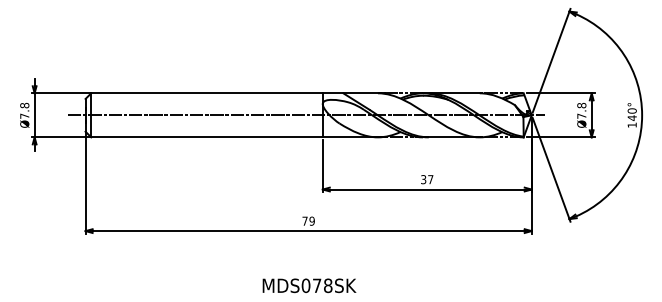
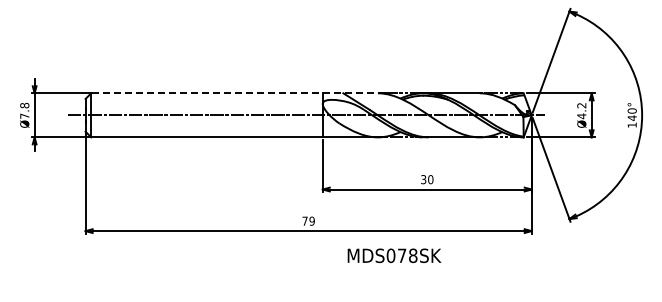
line at (238, 93): solid -> dashed
text at (581, 110): Ø7.8 -> Ø4.2
text at (430, 179): 37 -> 30
text at (309, 285) position: (309, 285) -> (394, 255)
